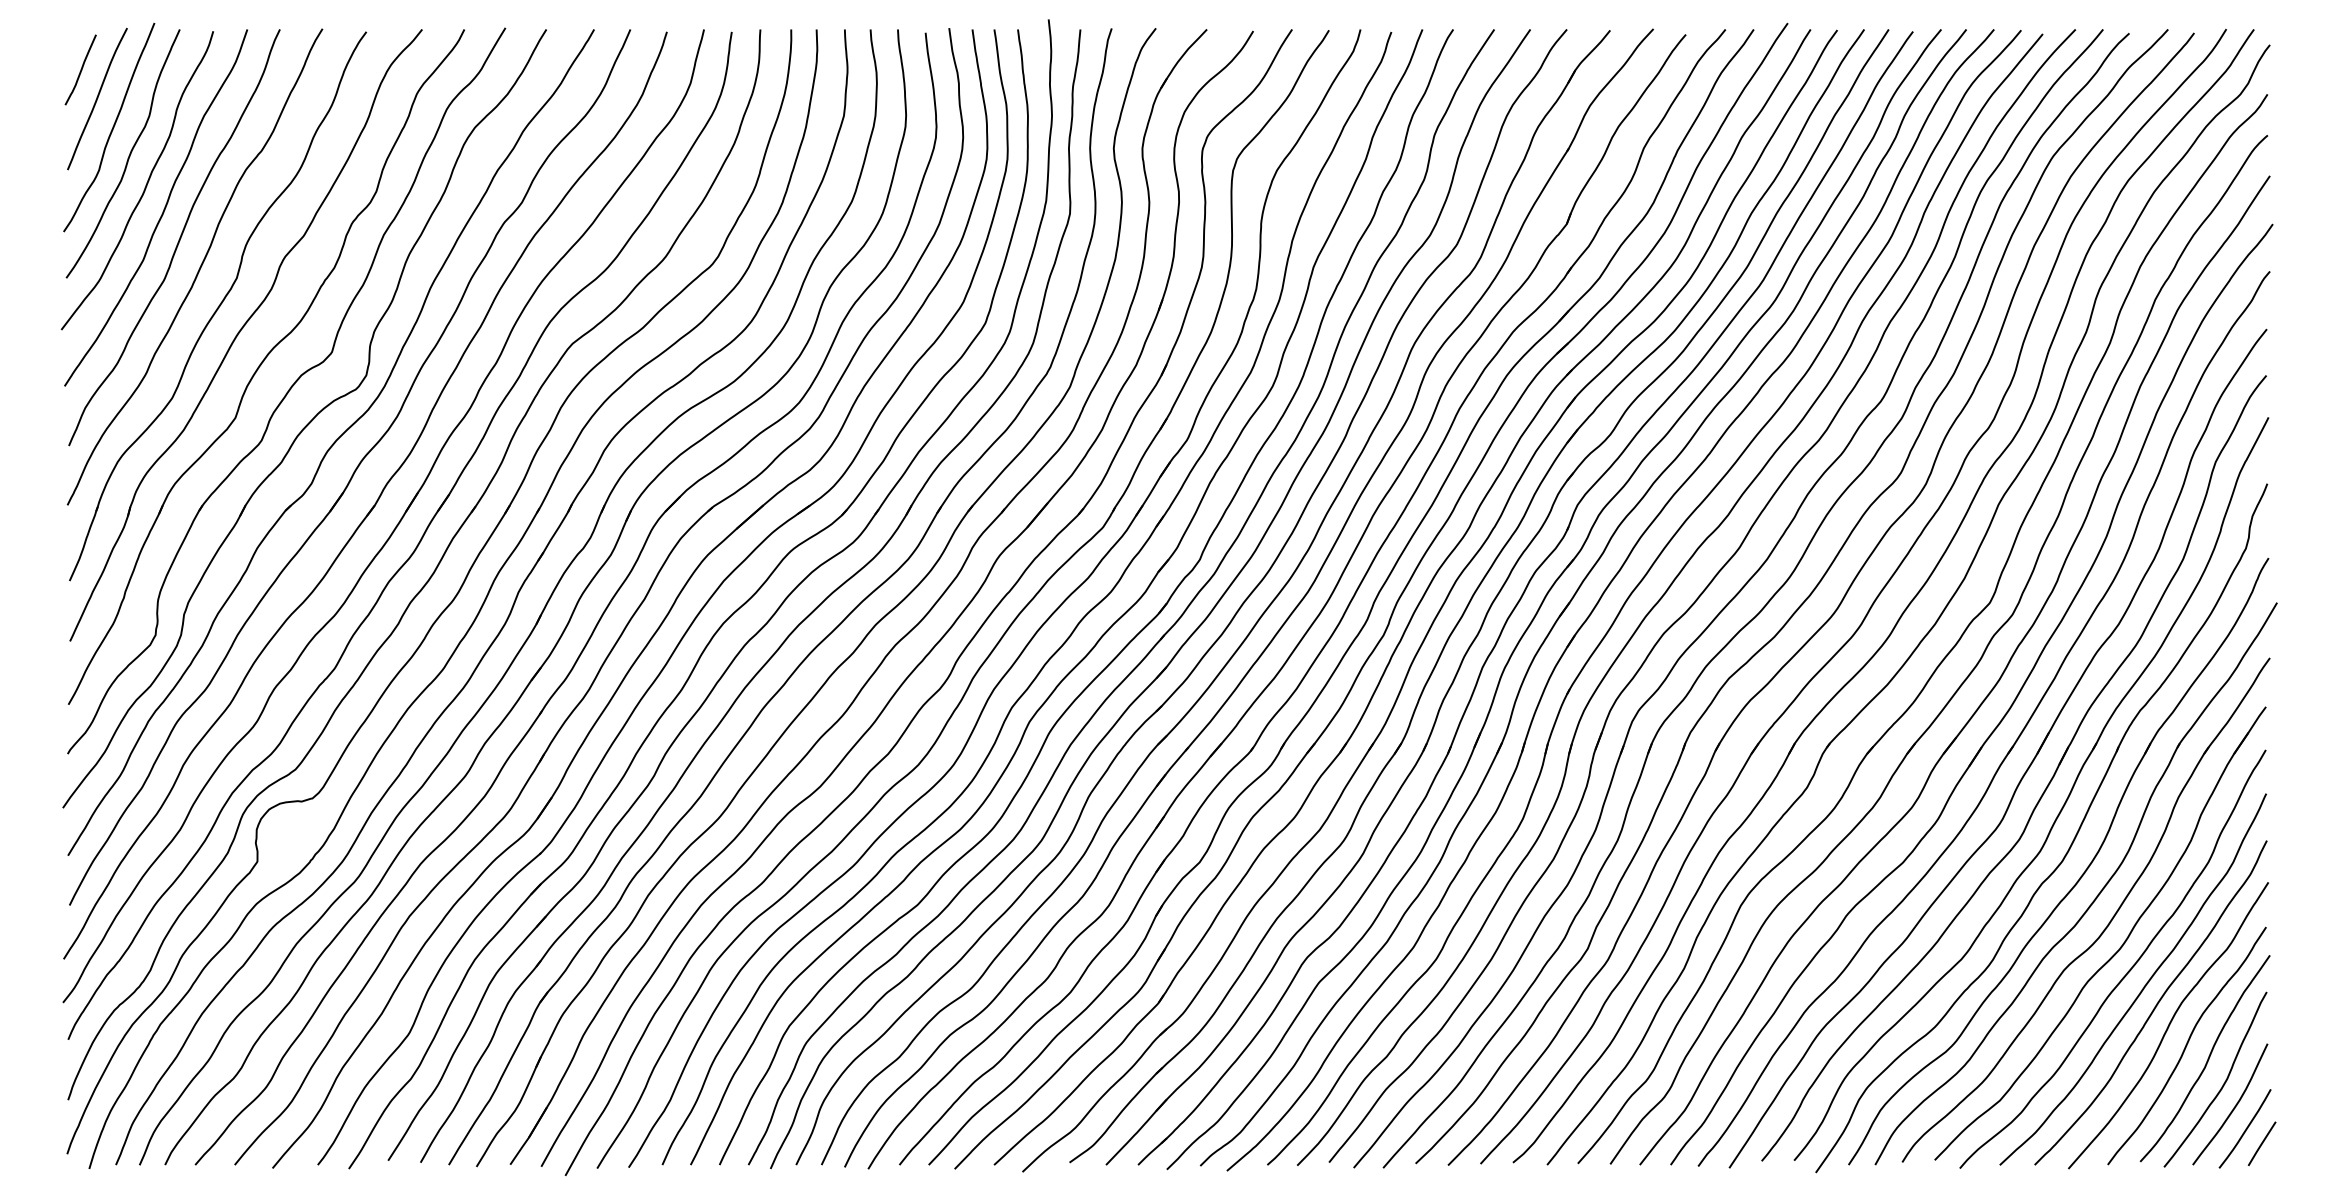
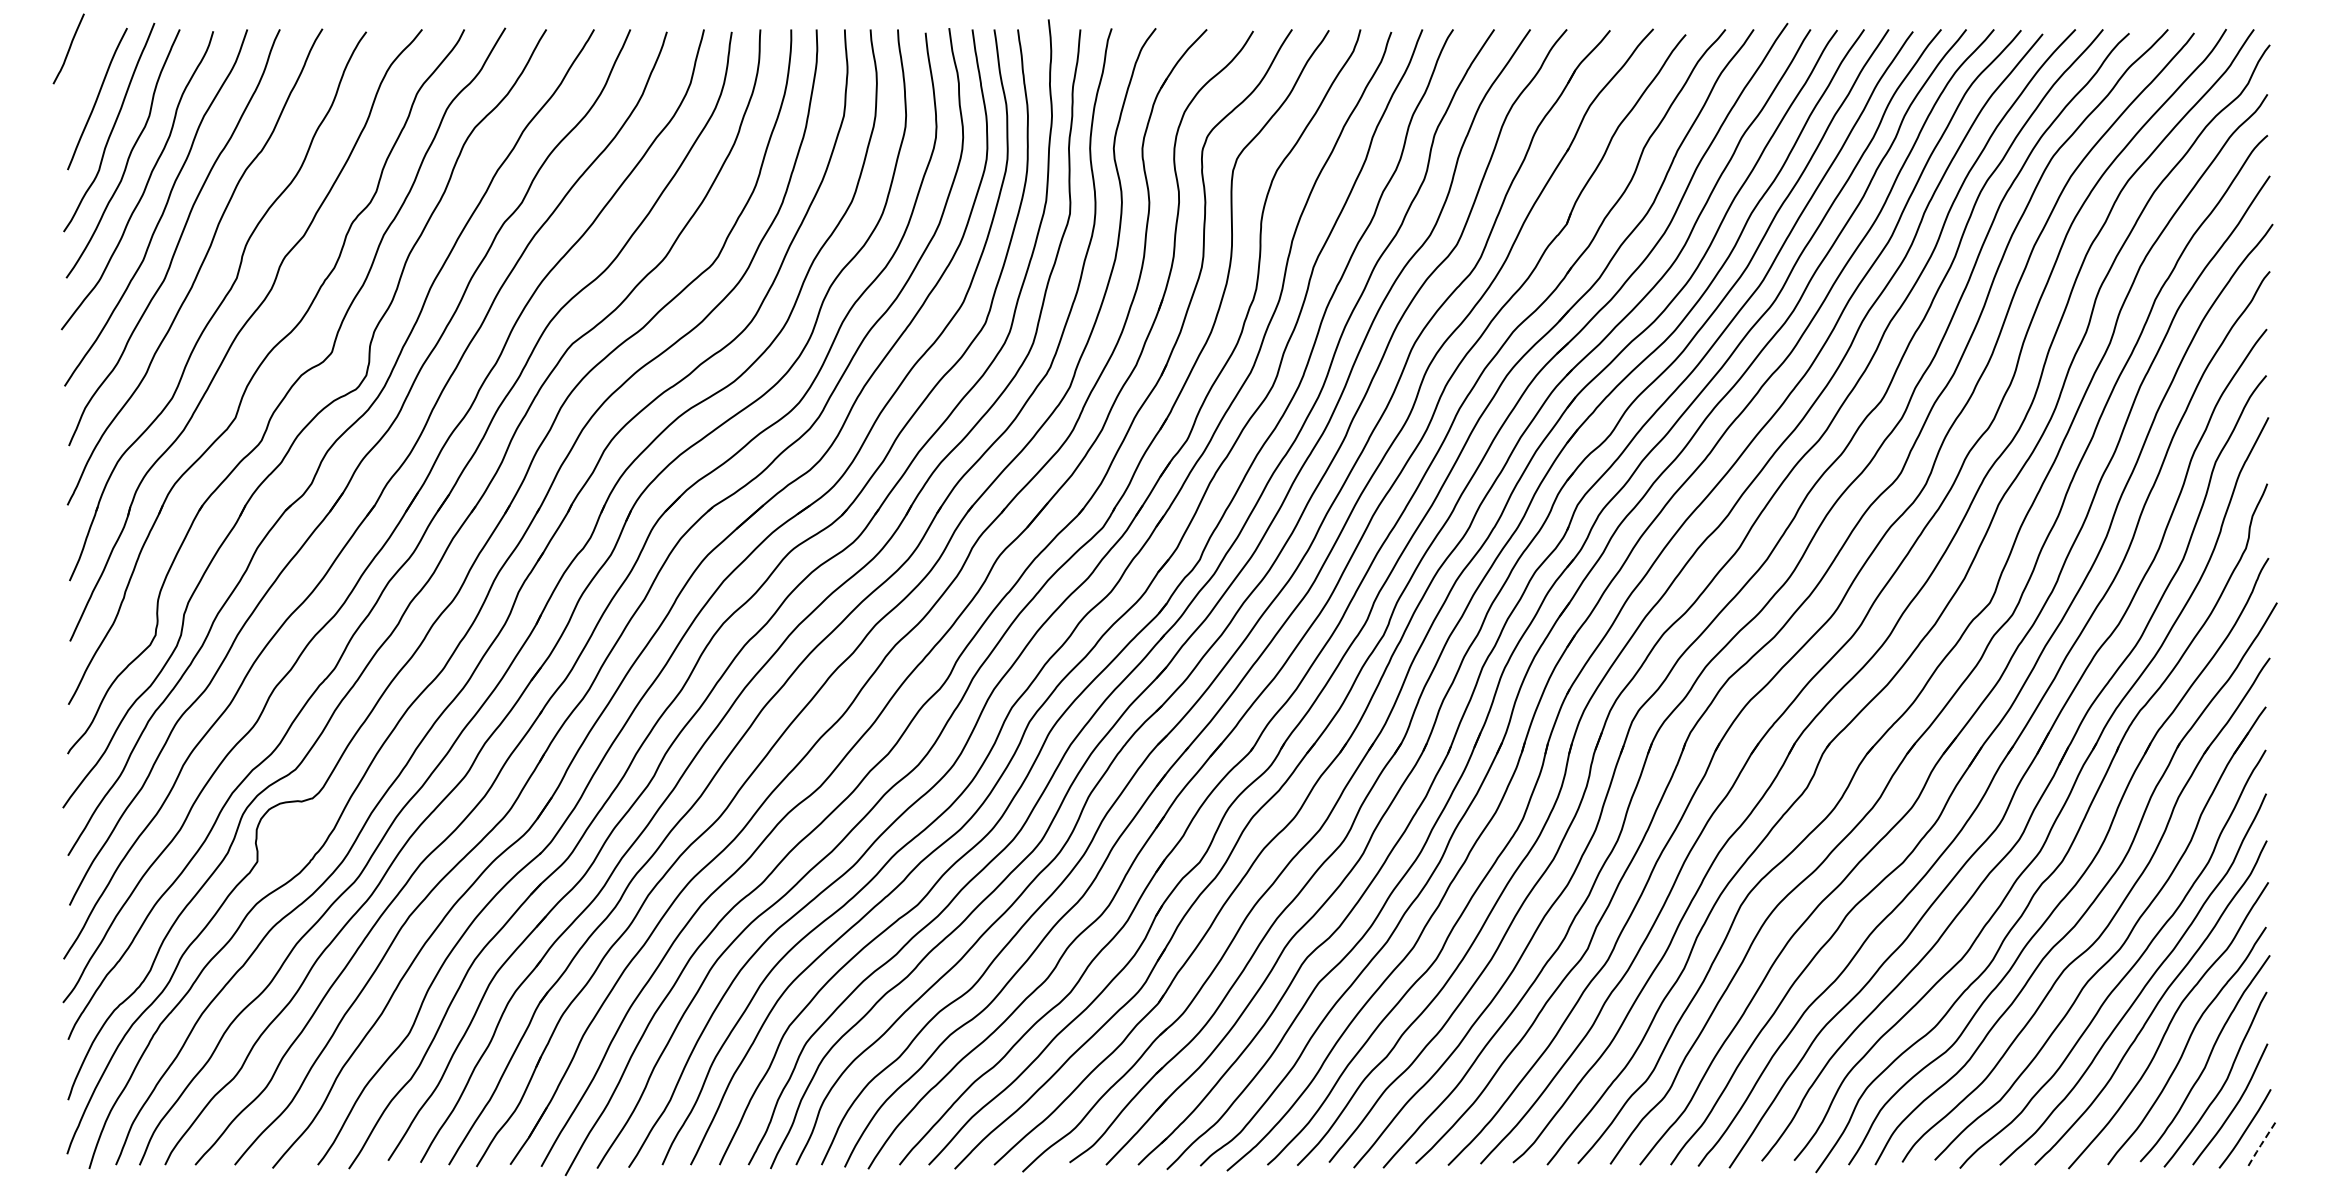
curve at (80, 69) position: (80, 69) -> (68, 48)
line at (2261, 1144): solid -> dashed
